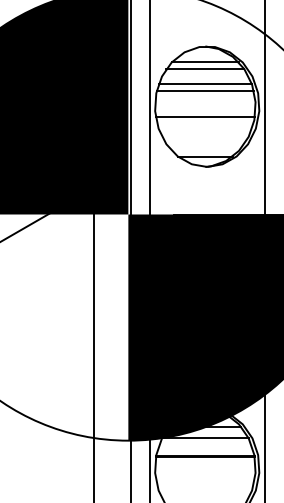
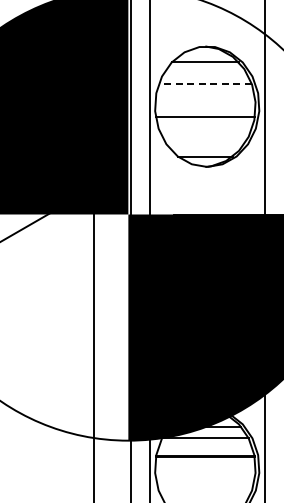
line at (205, 68): present -> none
line at (205, 84): solid -> dashed
line at (204, 90): present -> none
